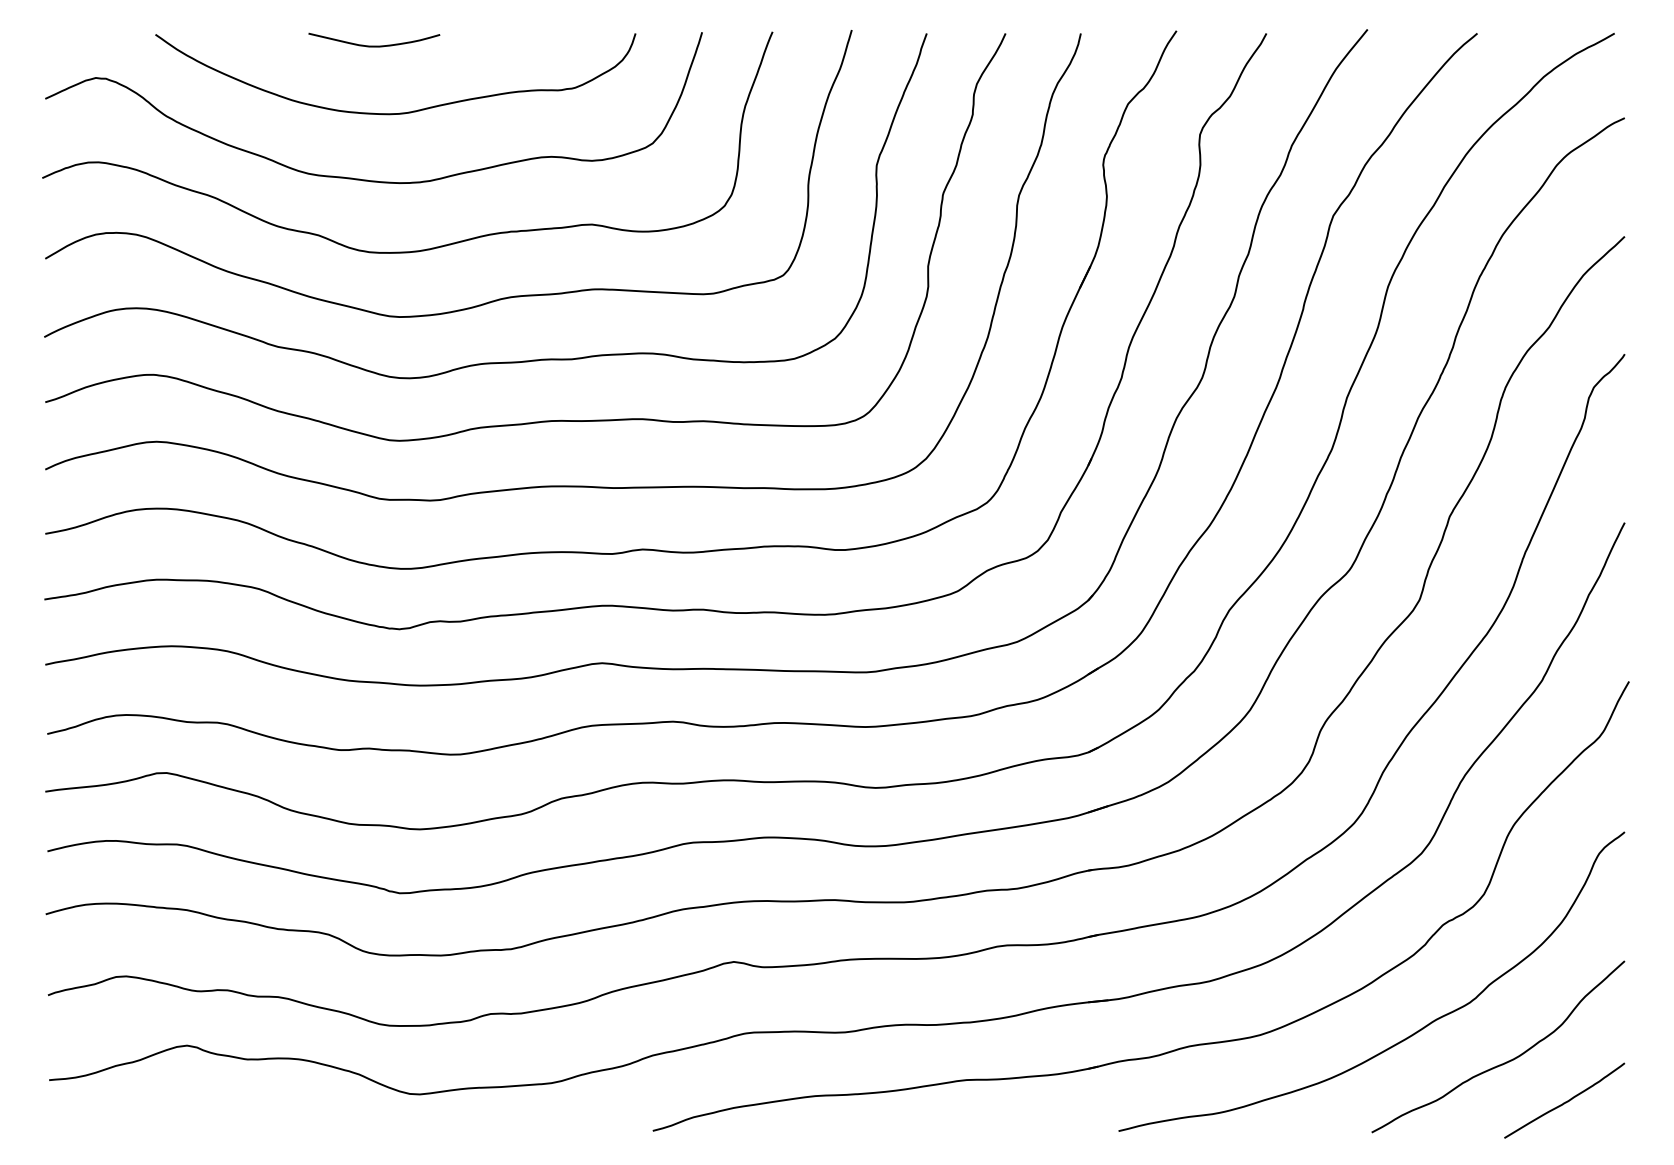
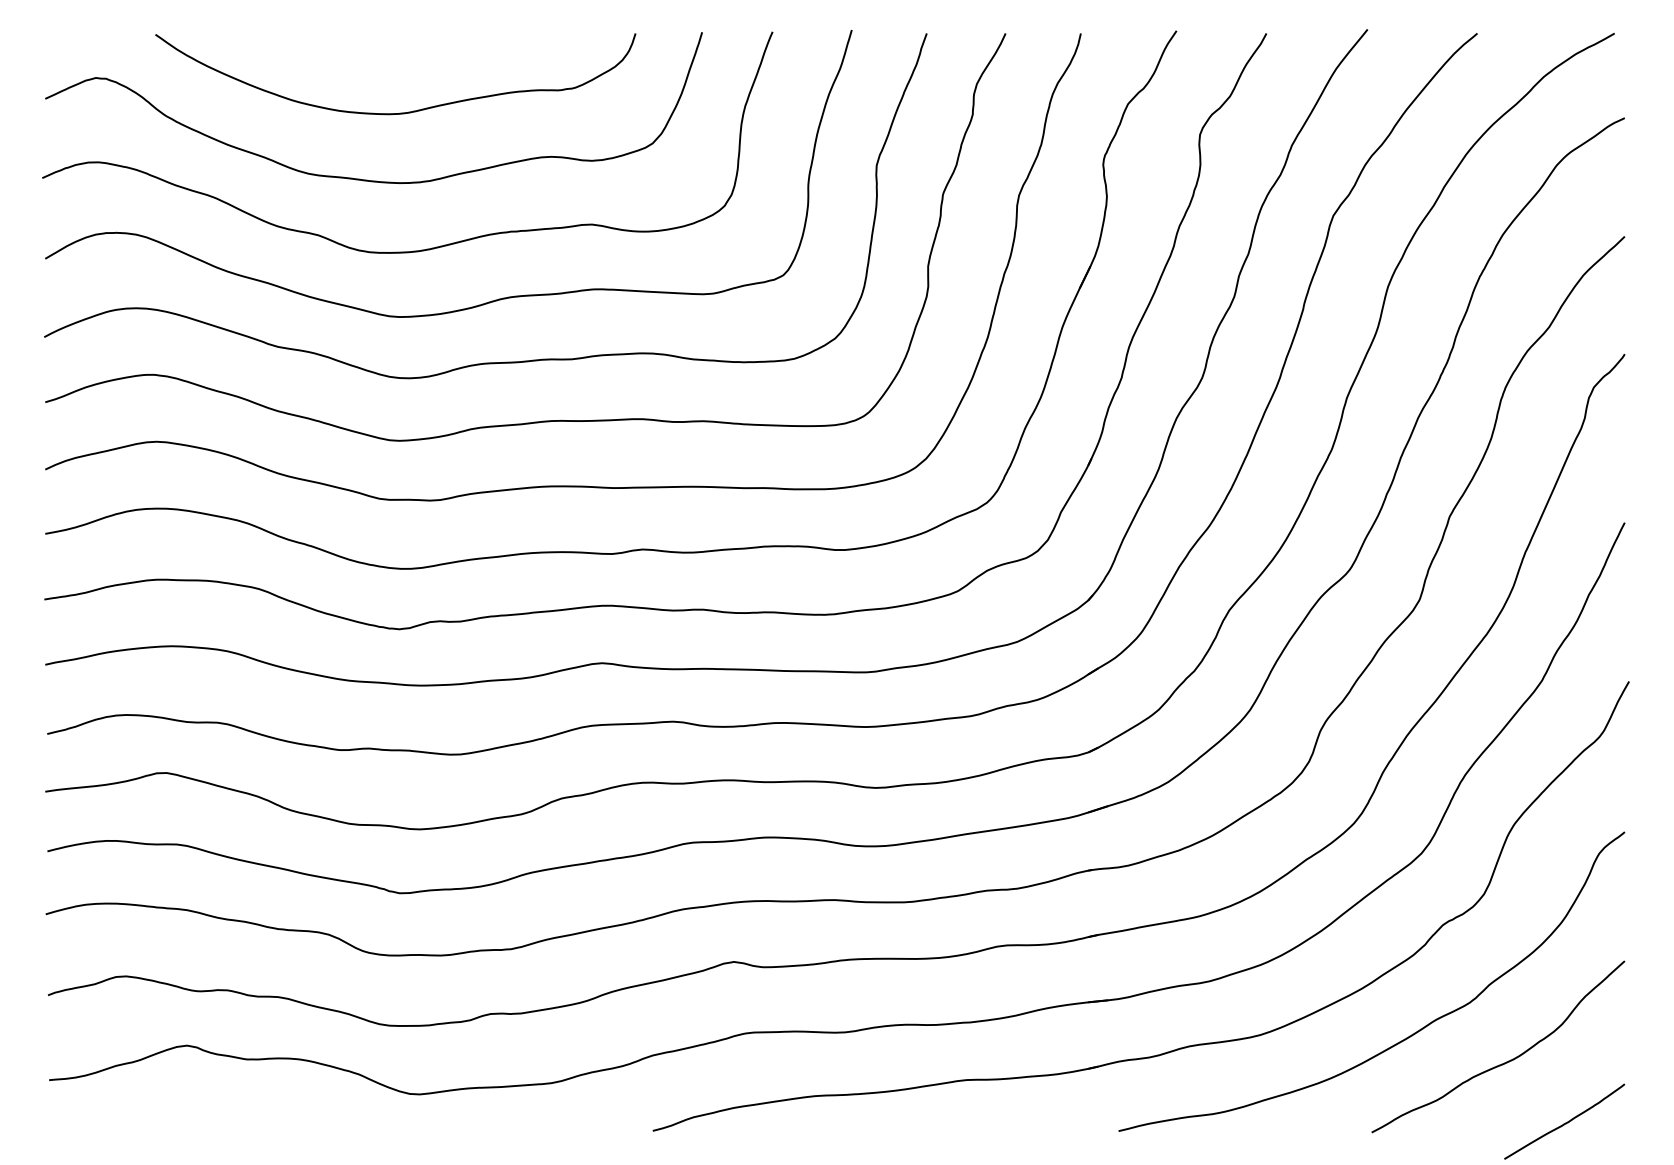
curve at (374, 45): present -> none
curve at (1565, 1101) position: (1565, 1101) -> (1565, 1122)
